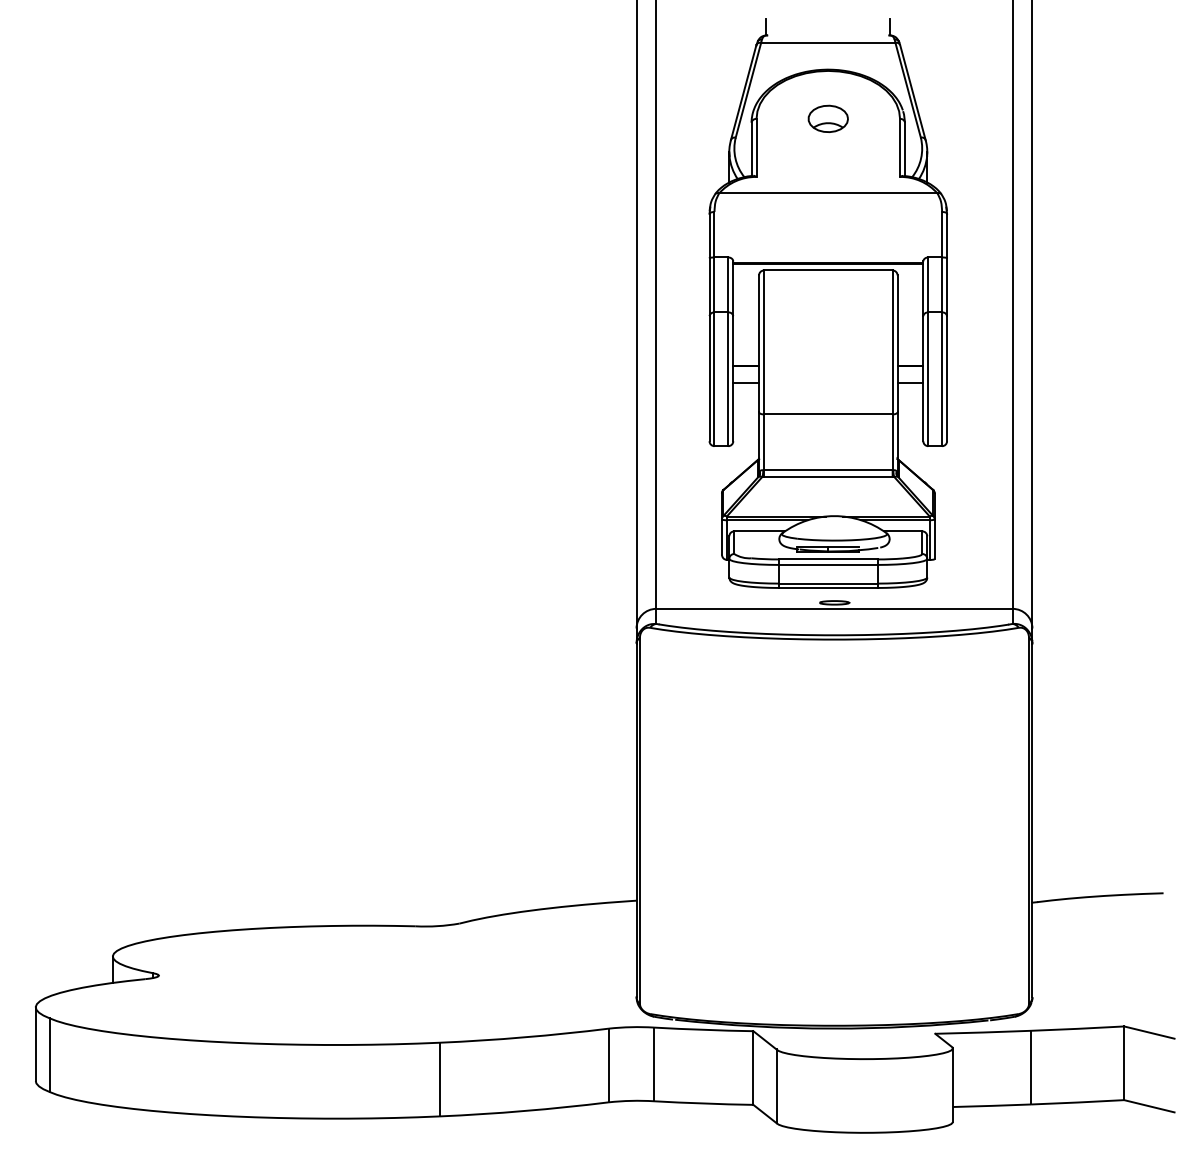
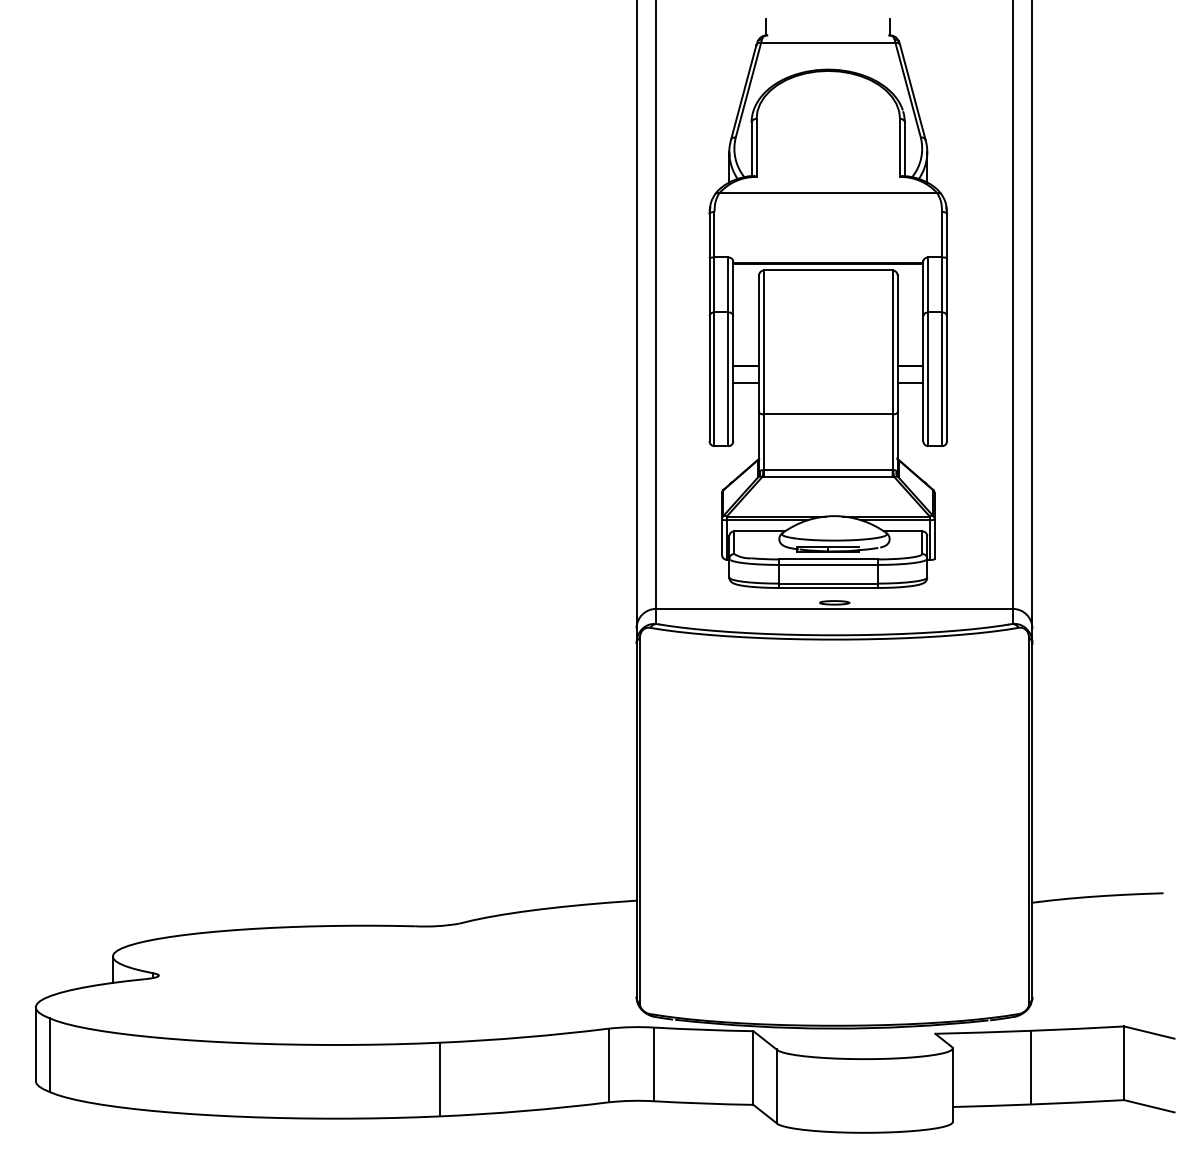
part at (827, 118): present -> none
